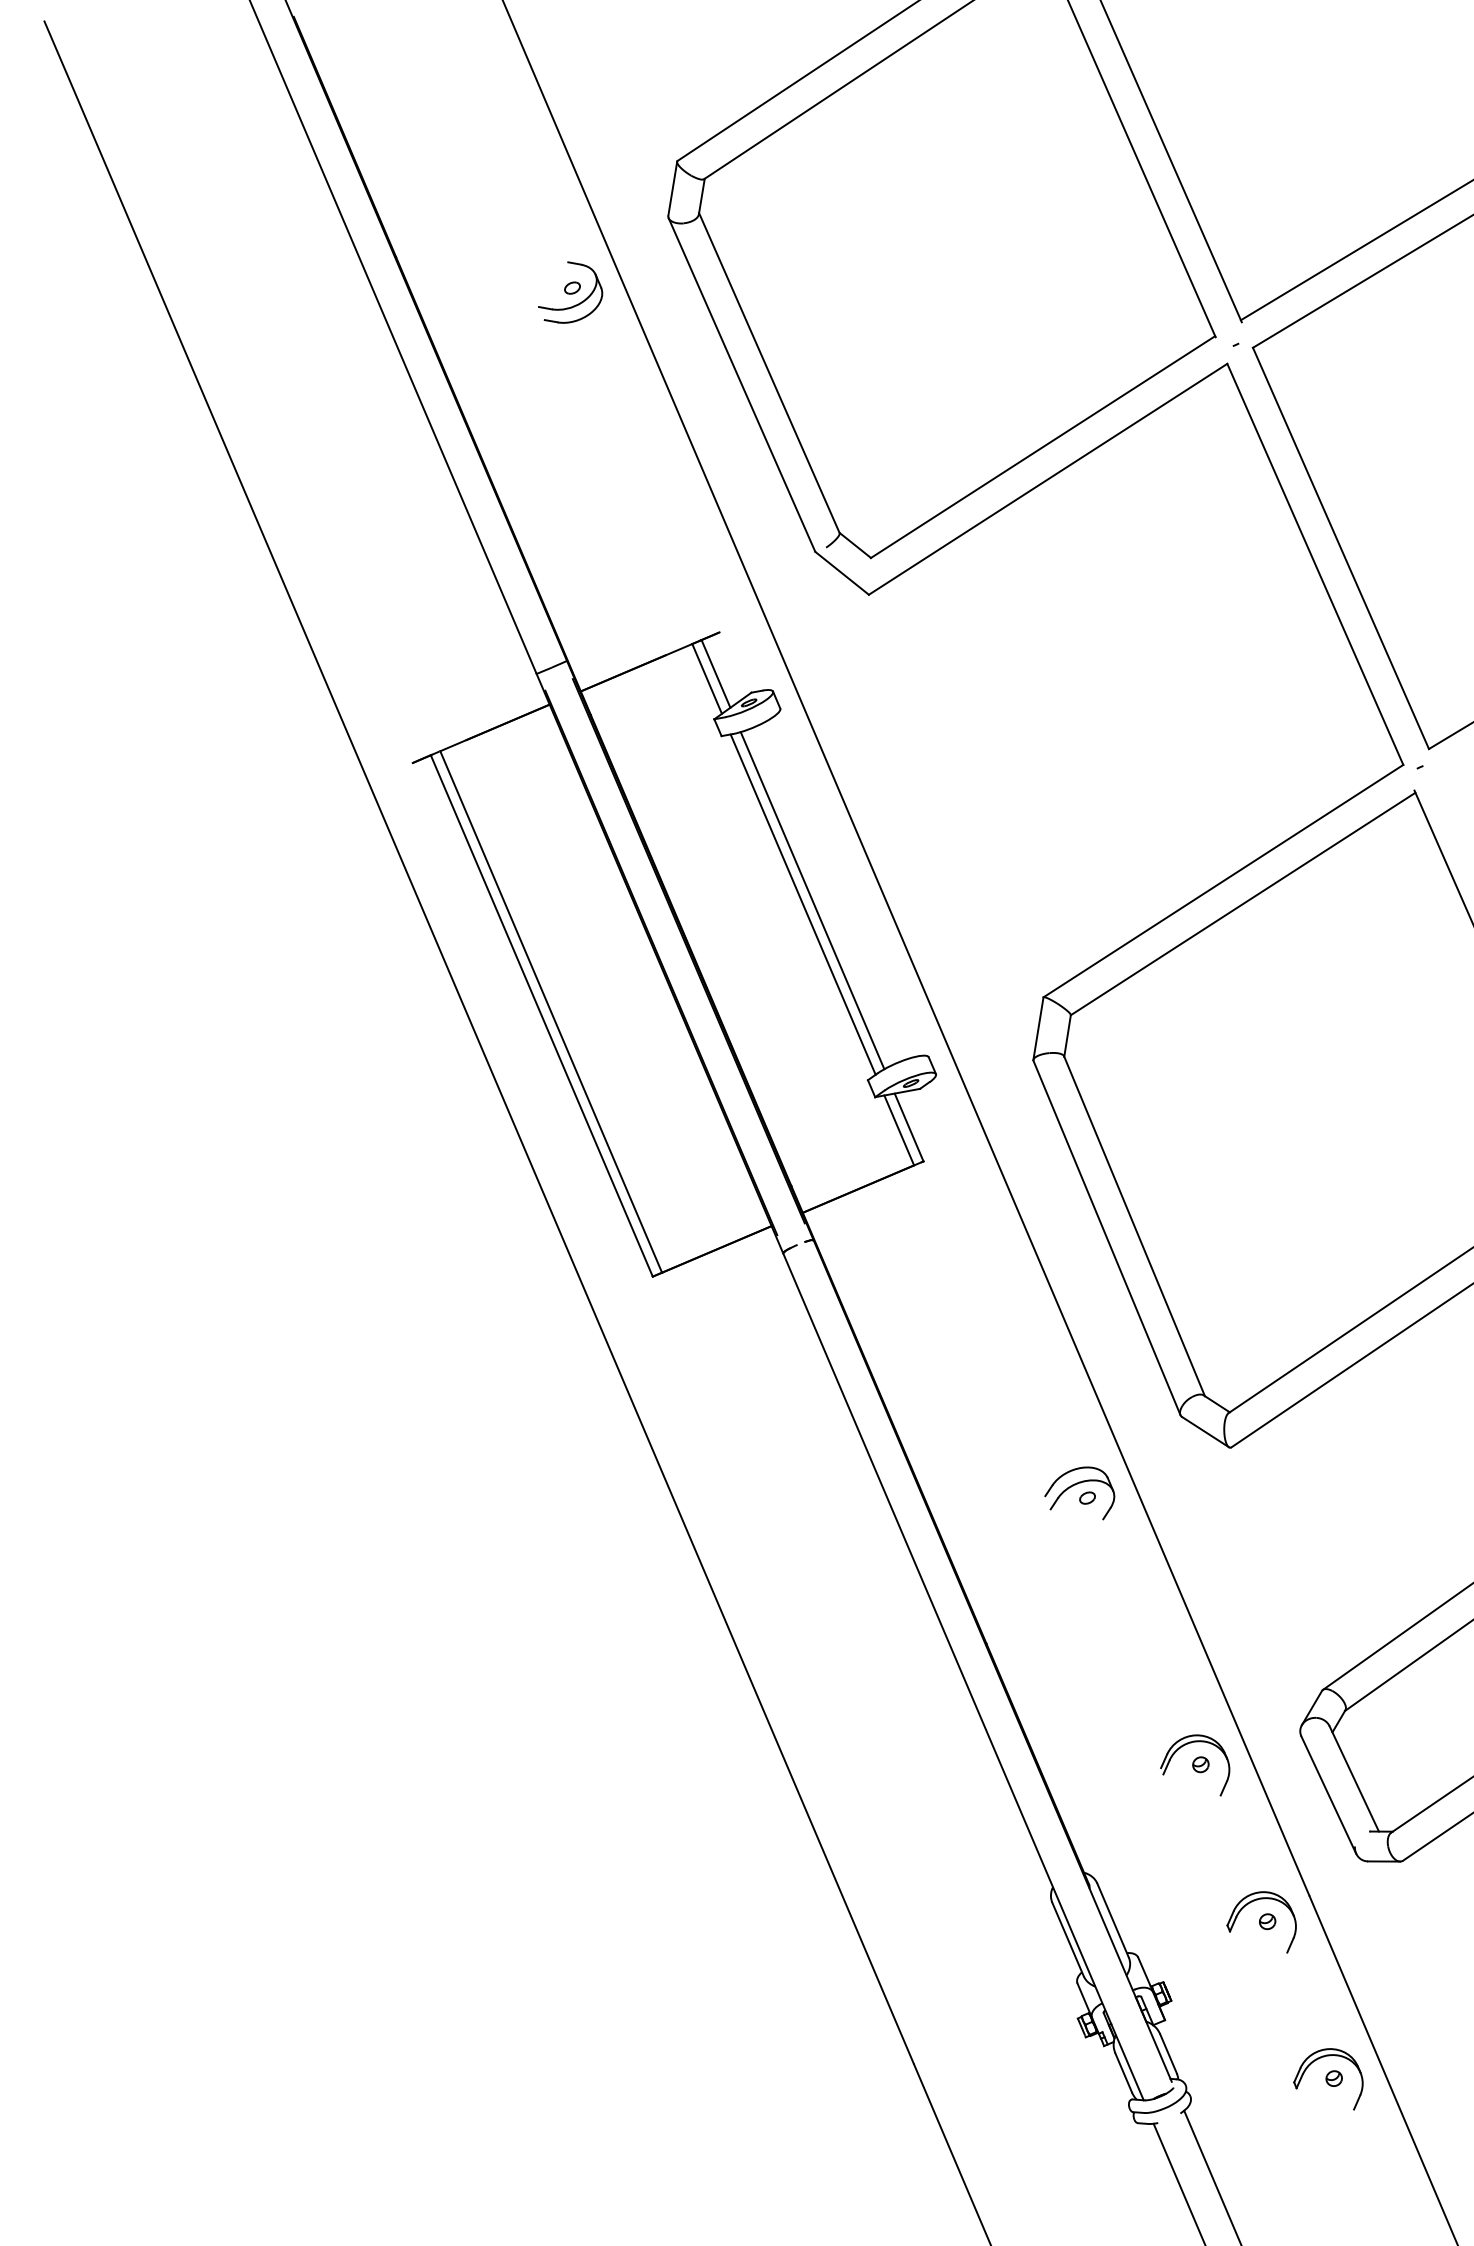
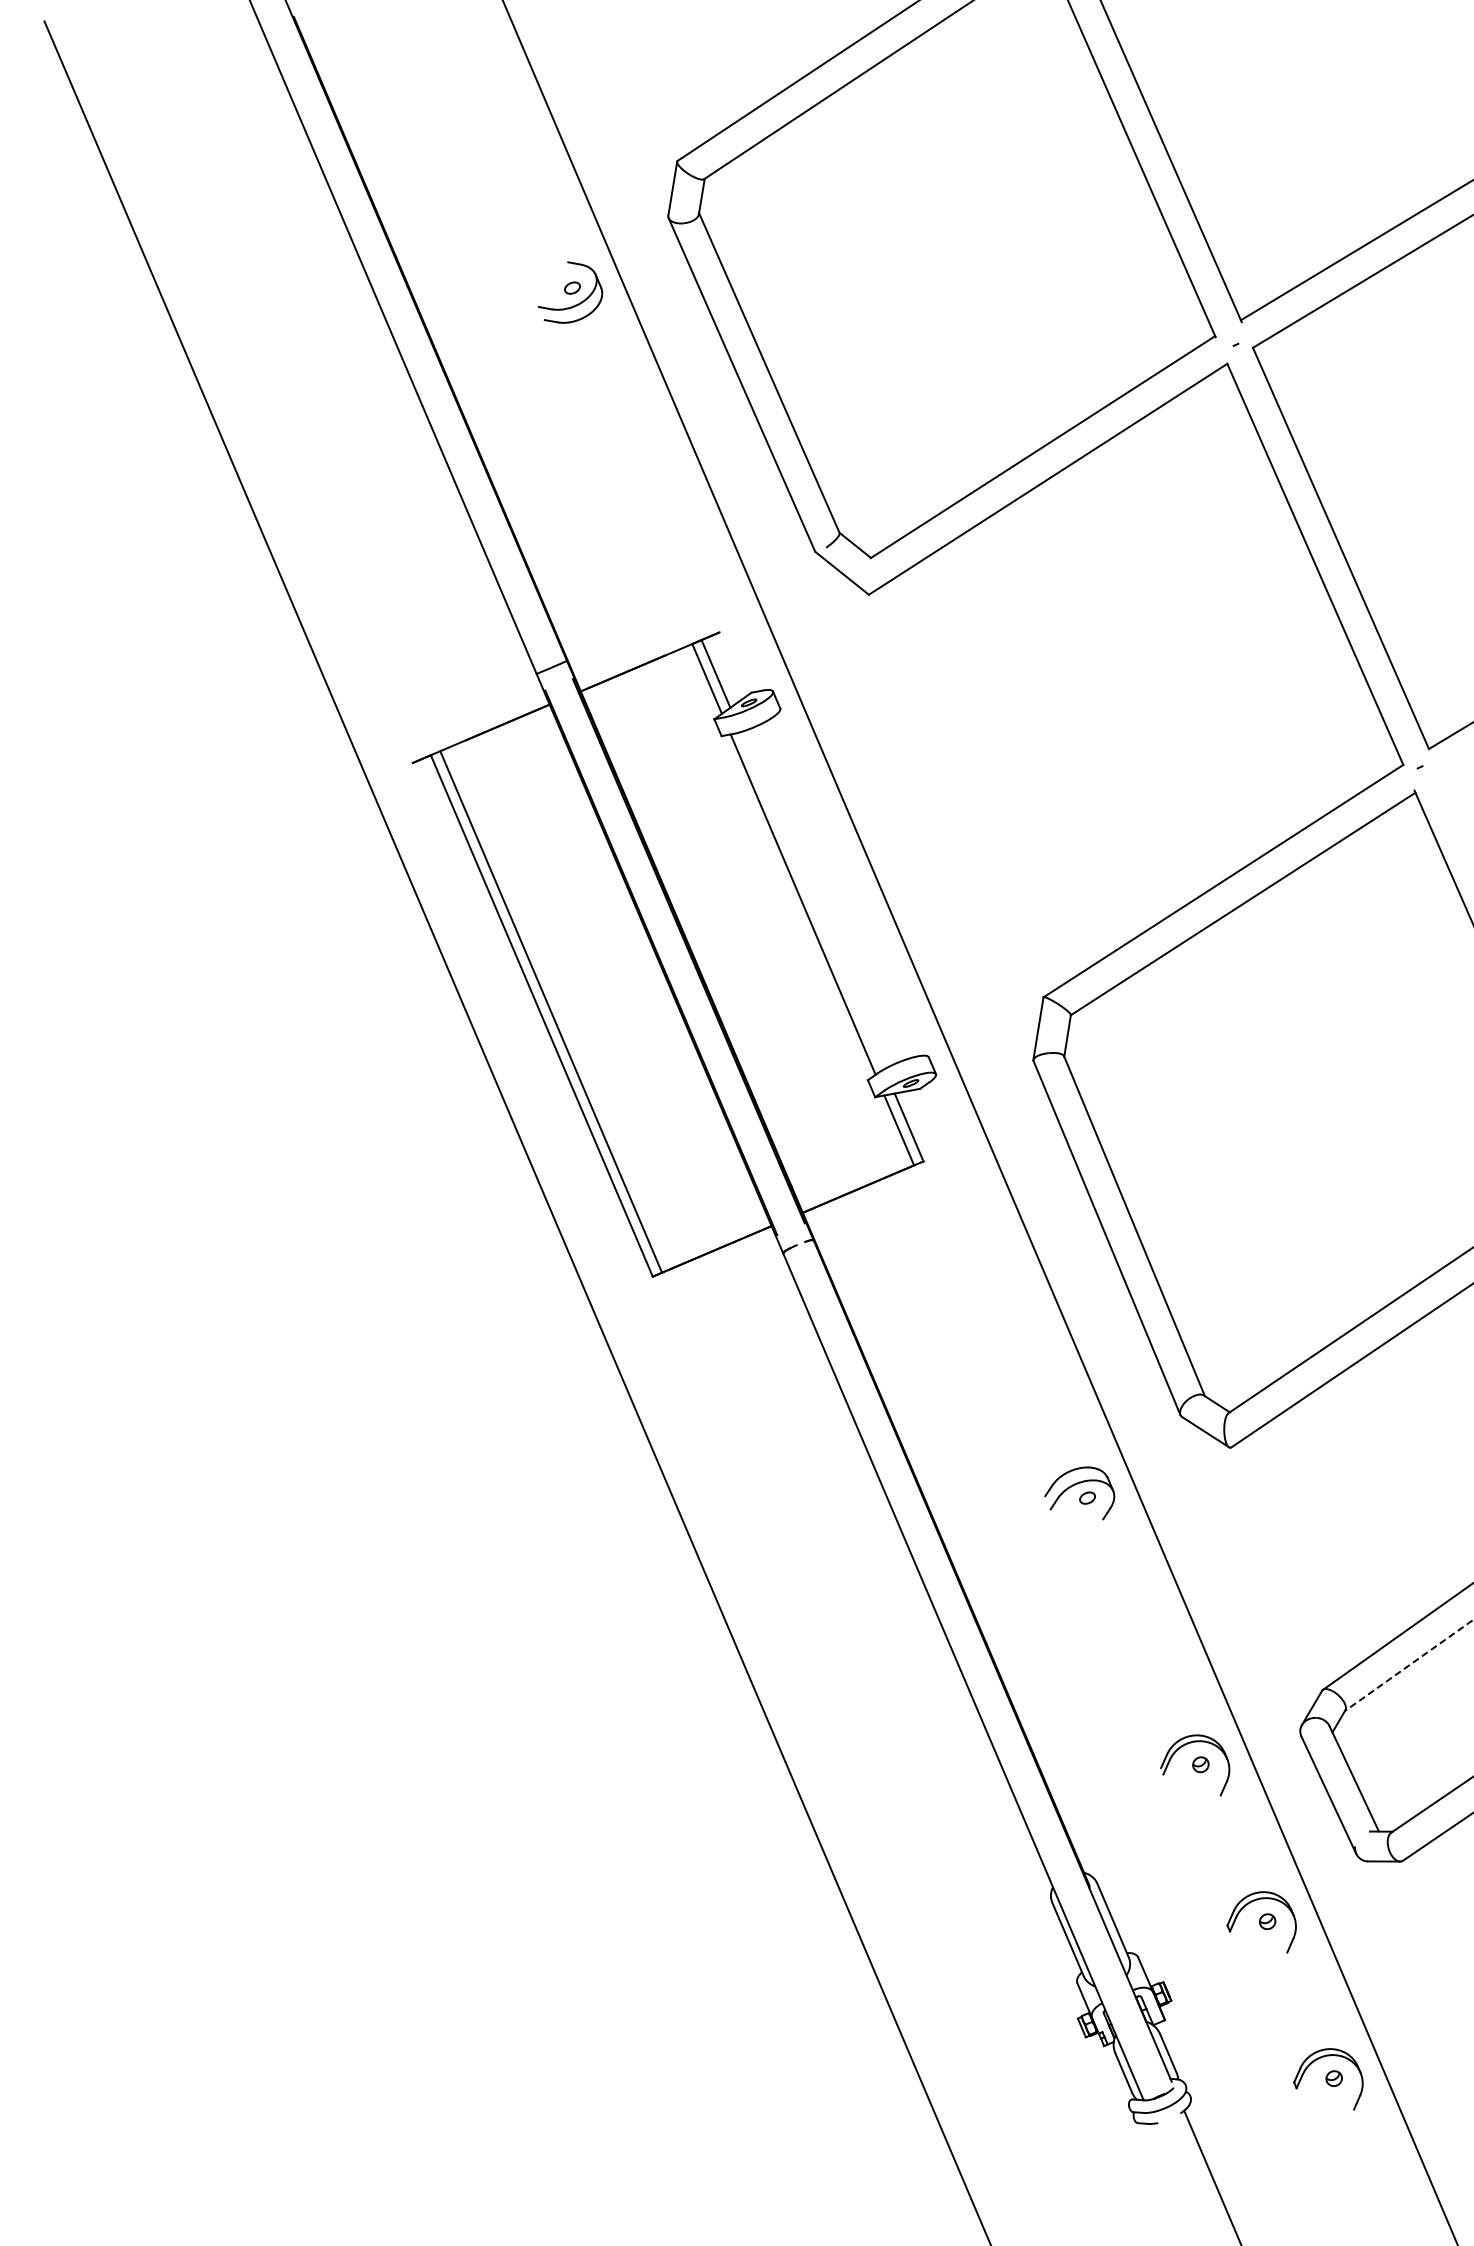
line at (812, 900): present -> none
line at (1409, 1665): solid -> dashed
line at (1178, 2182): present -> none
